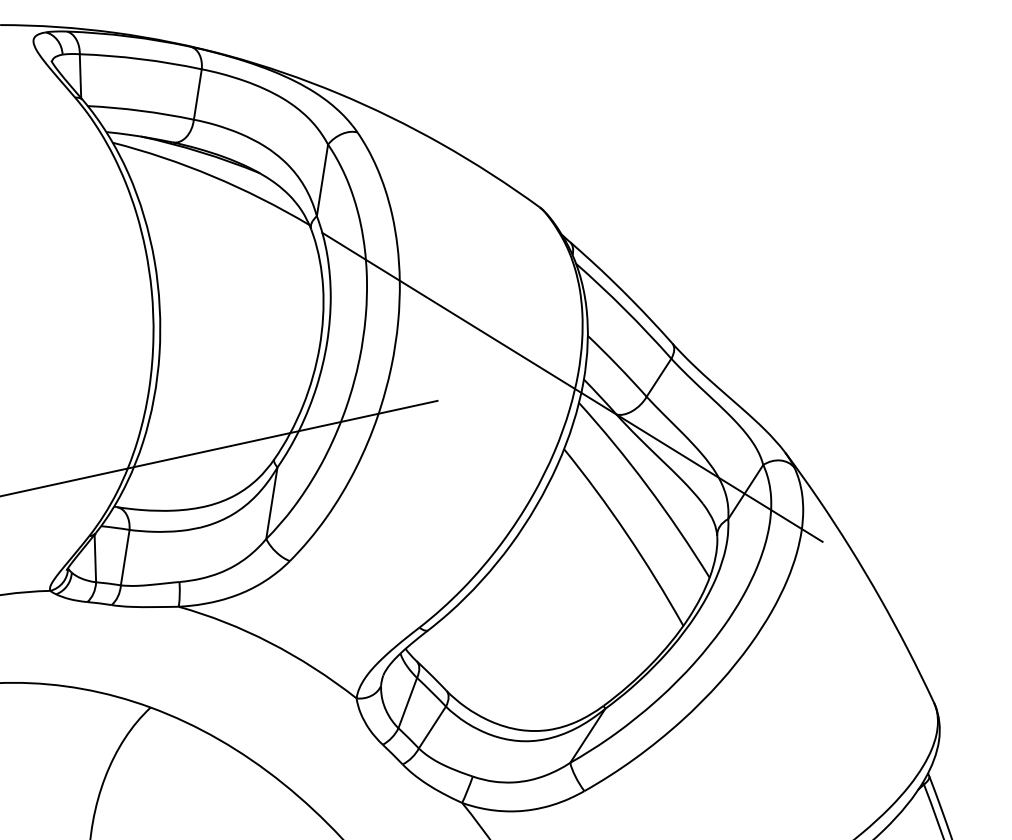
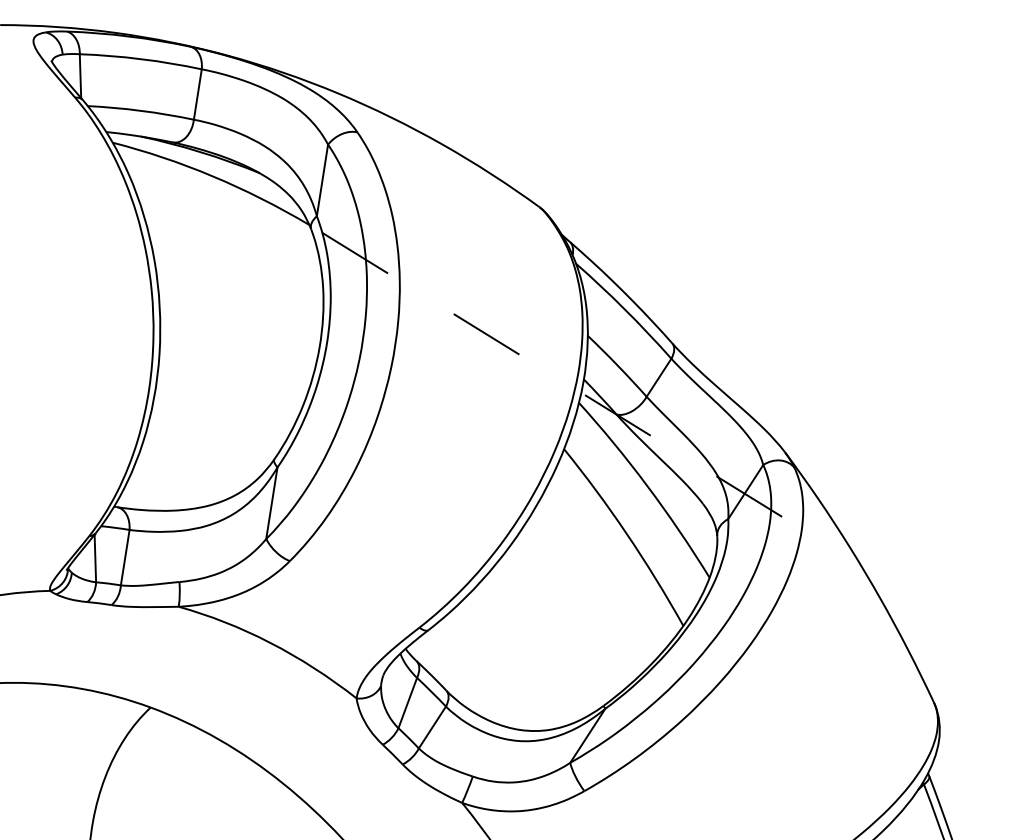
line at (572, 387): solid -> dashed
line at (219, 447): present -> none
